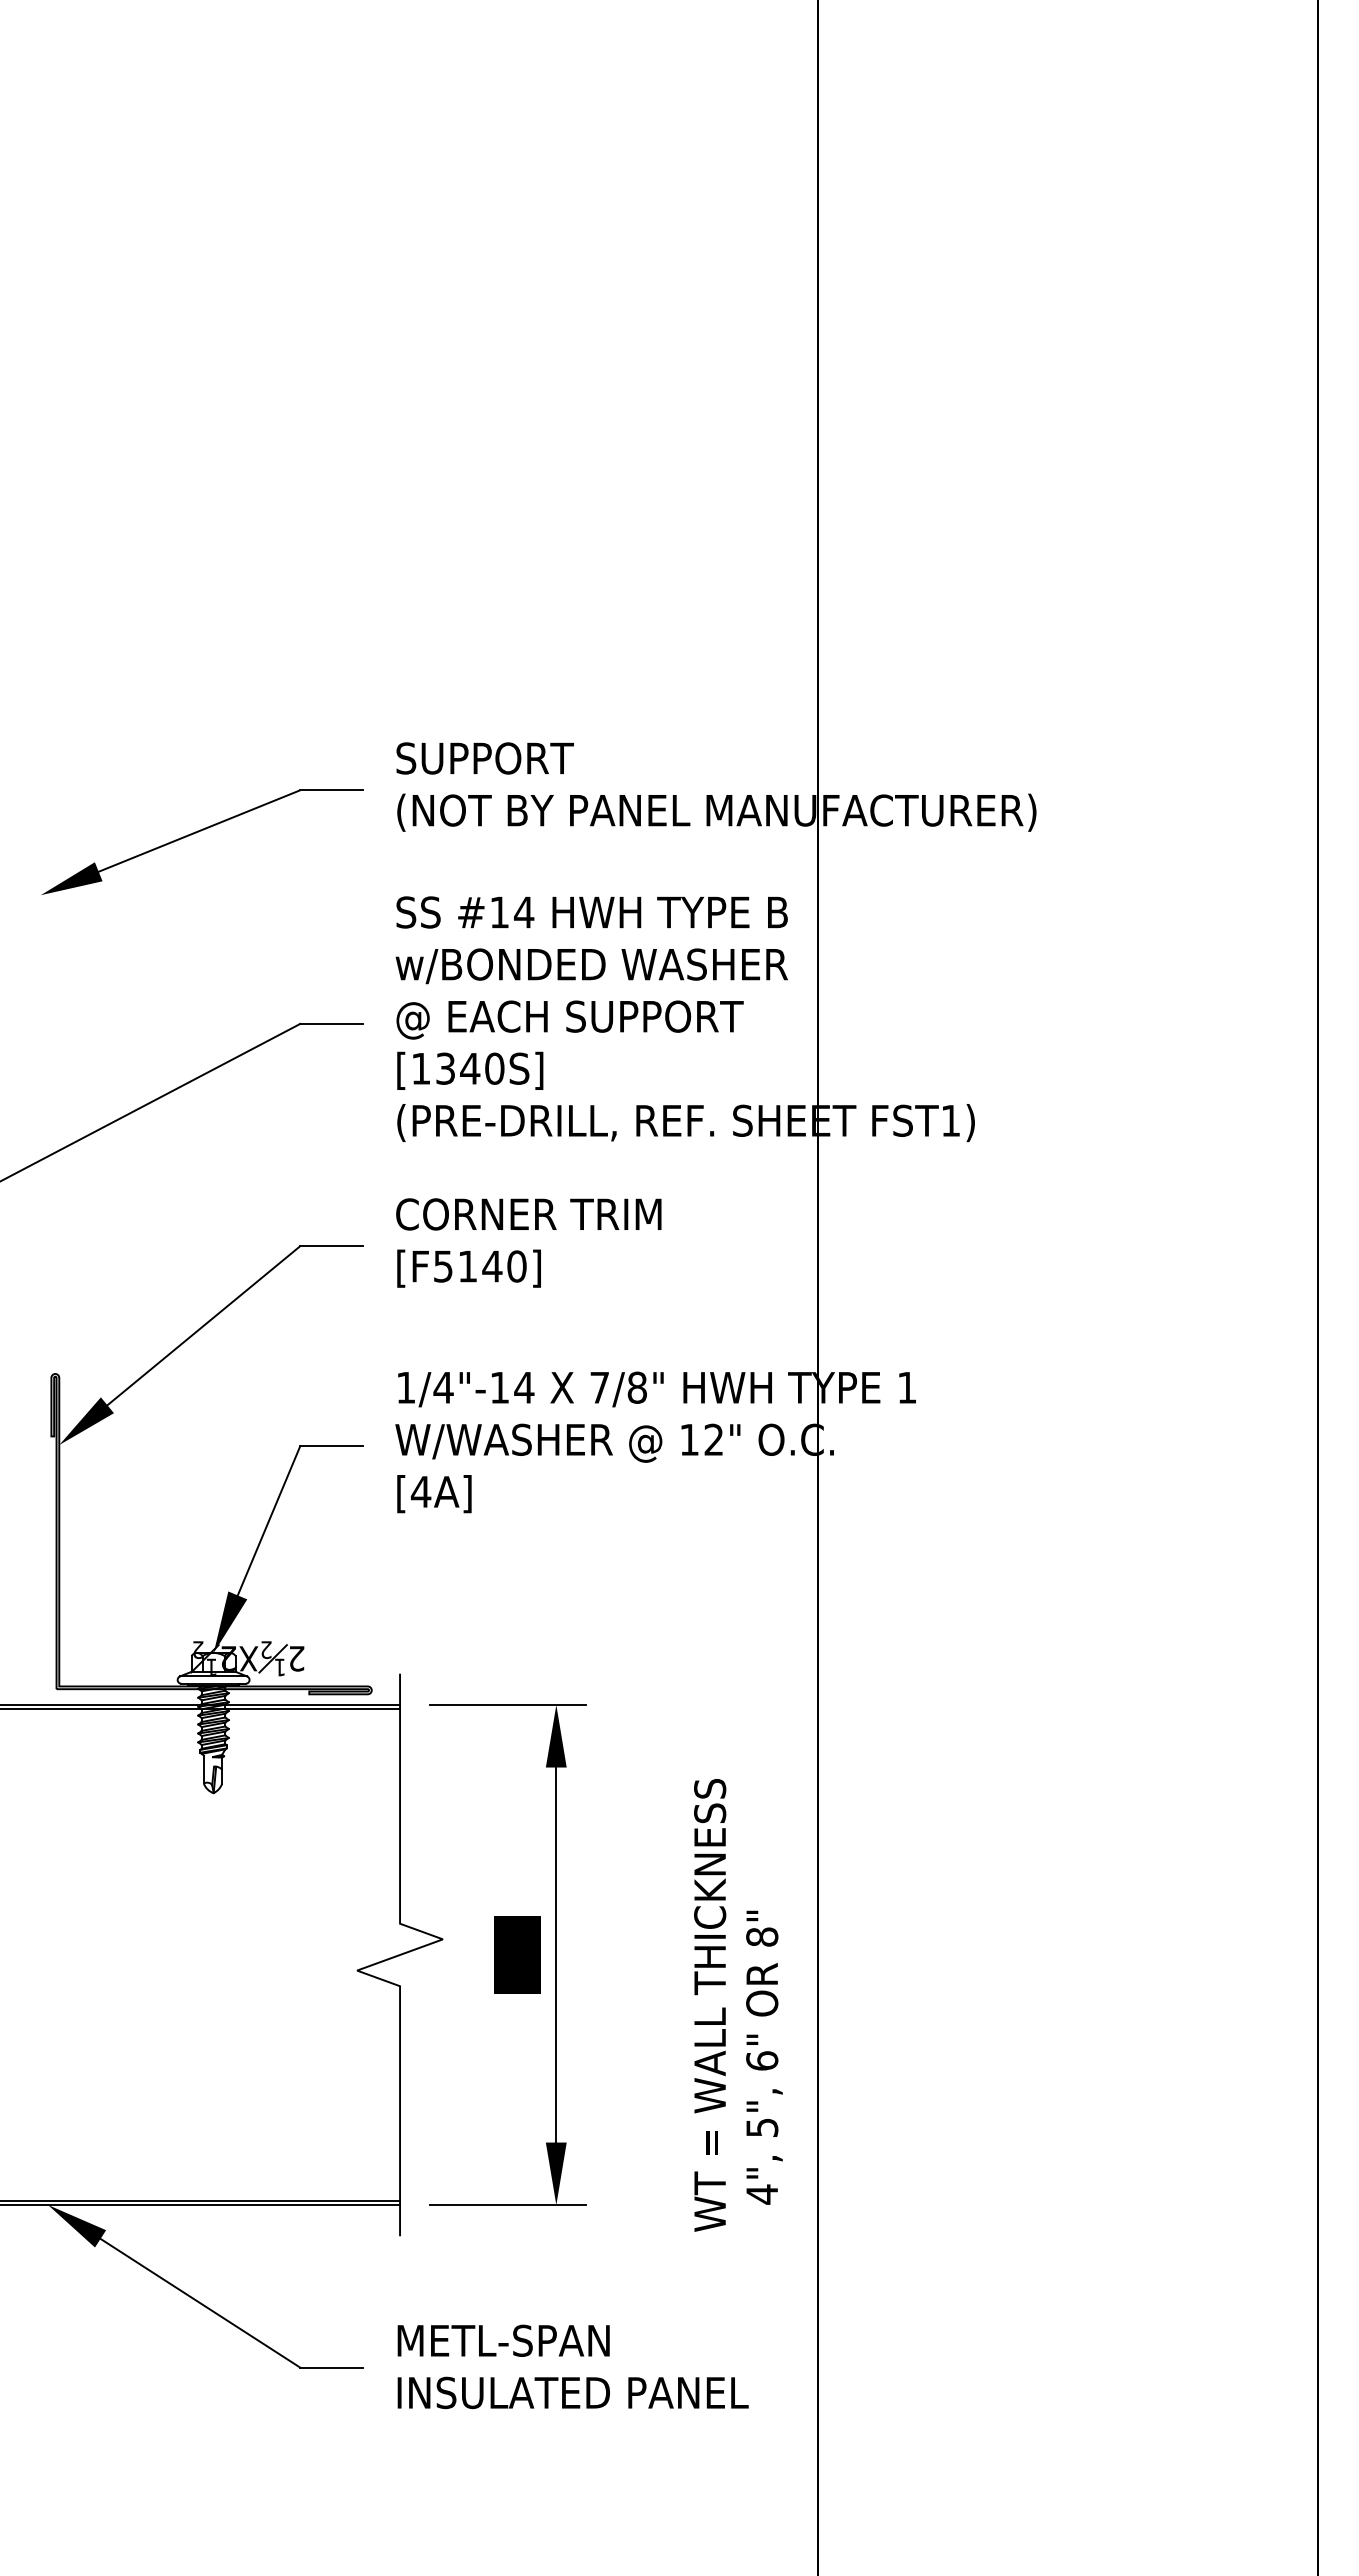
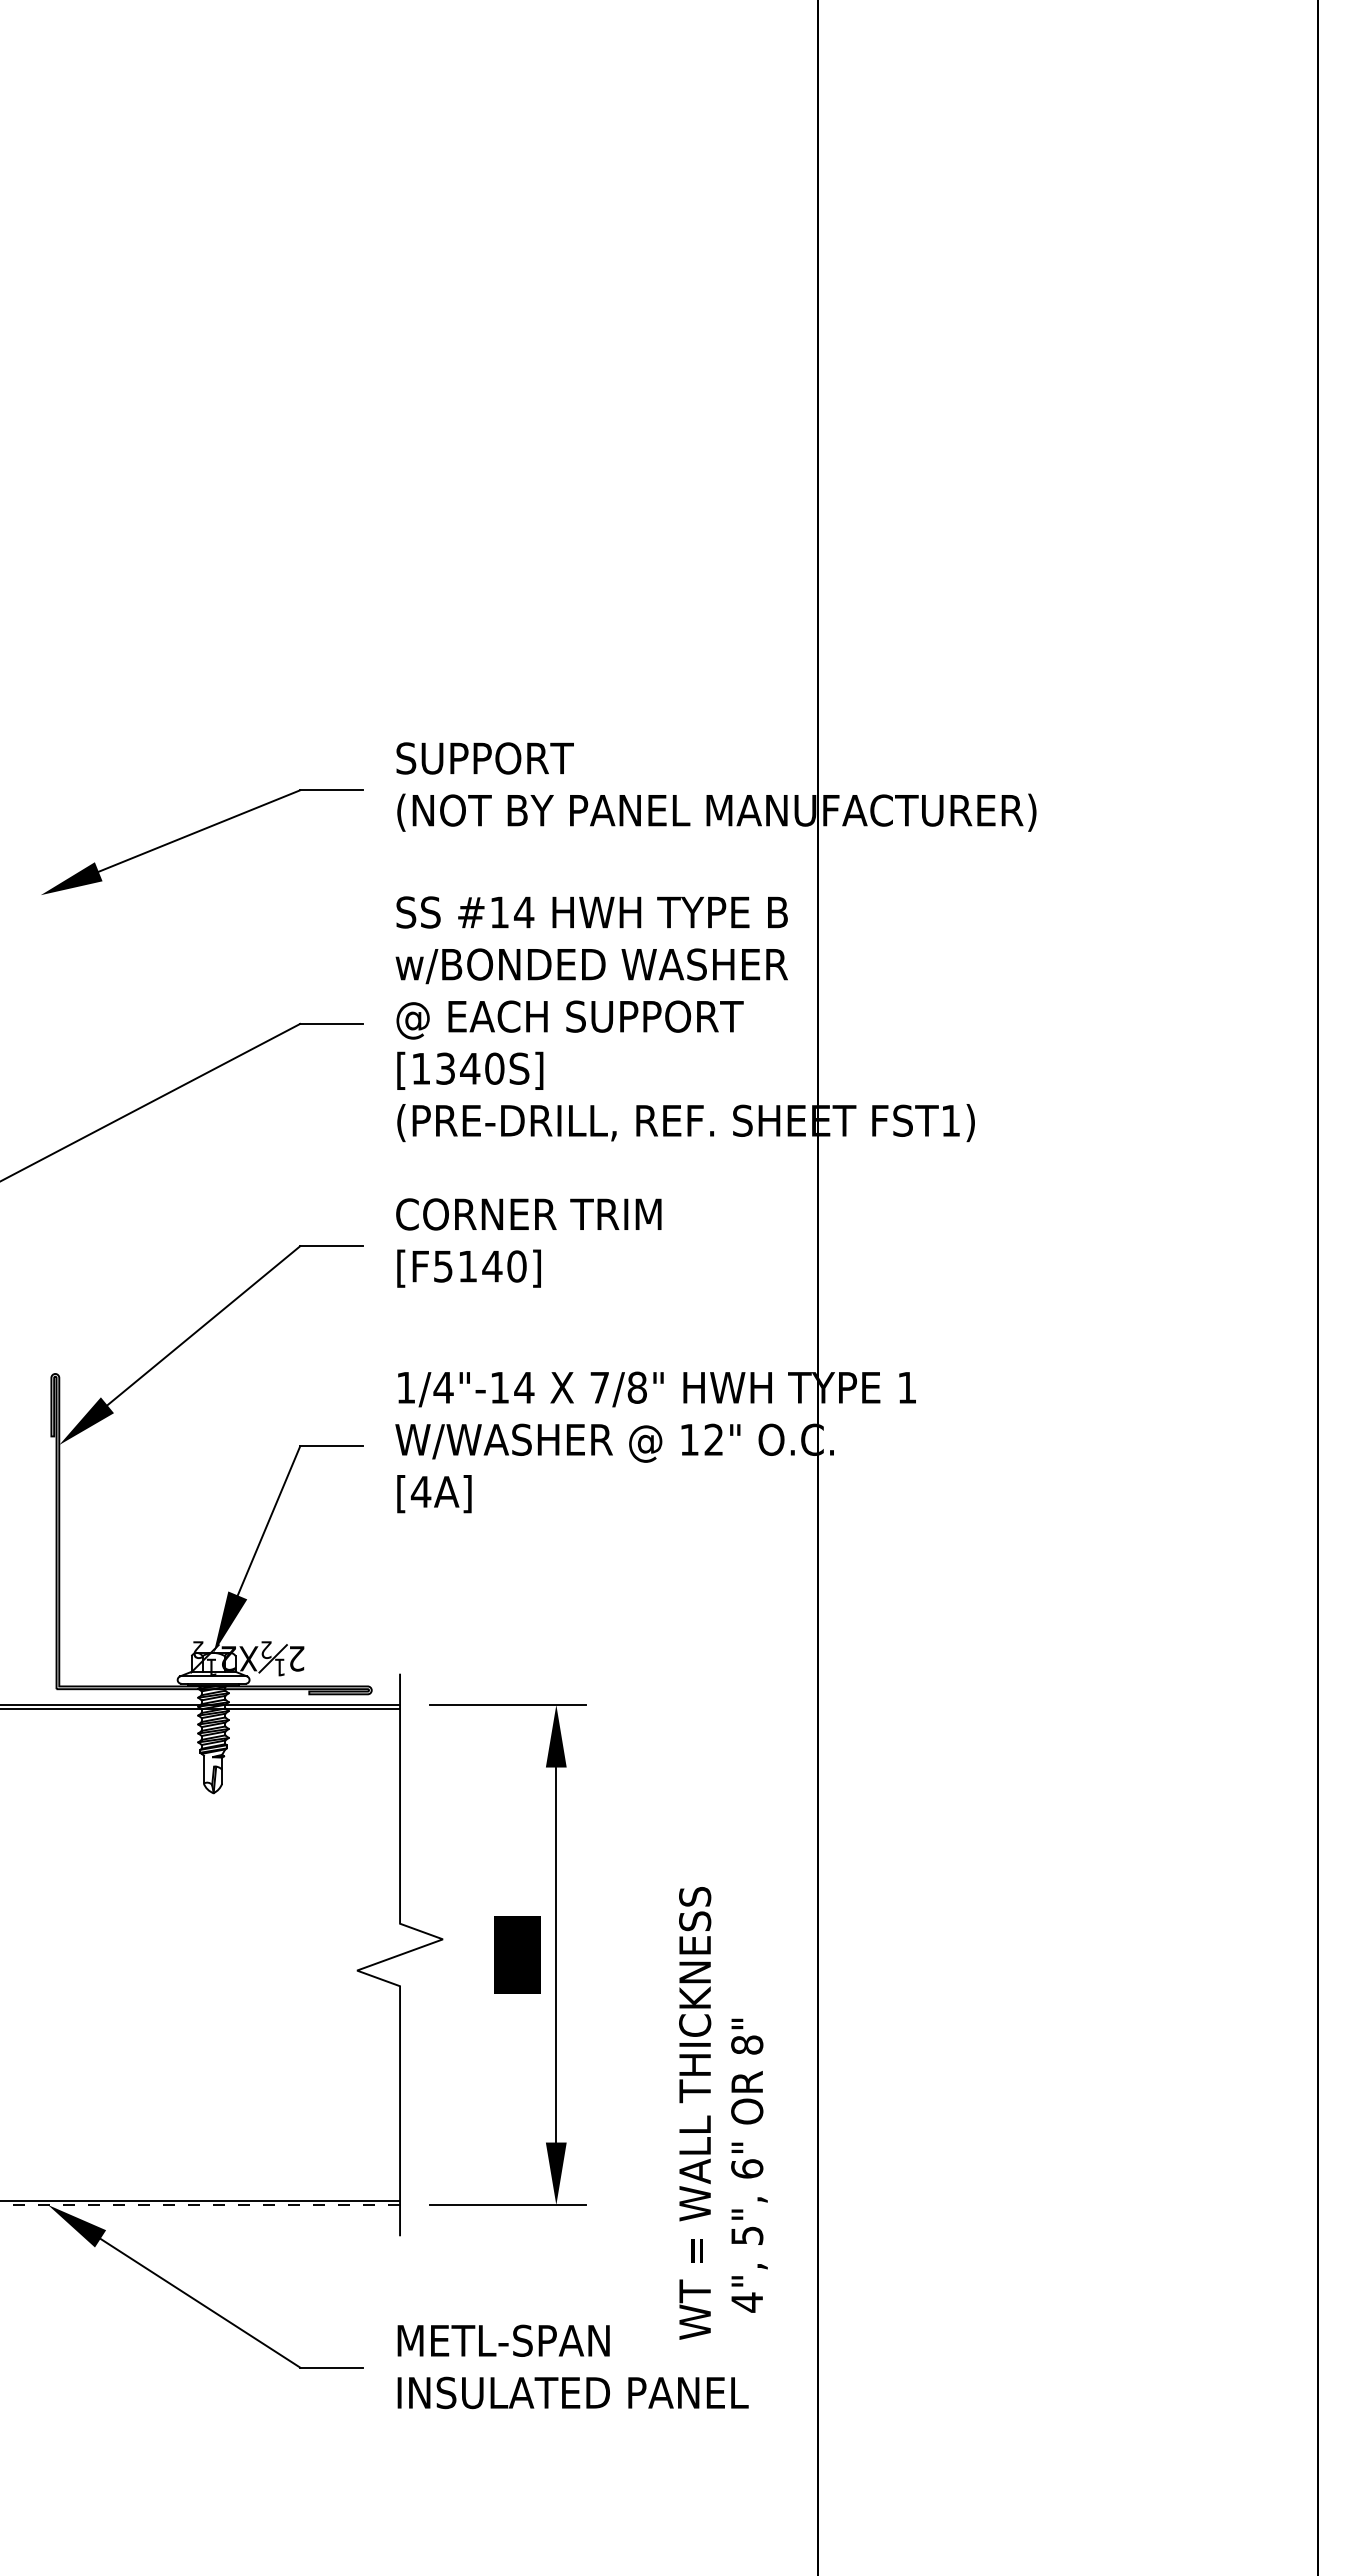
text at (738, 2005) position: (738, 2005) -> (723, 2113)
line at (200, 2205): solid -> dashed
